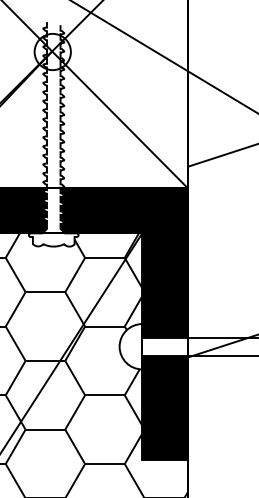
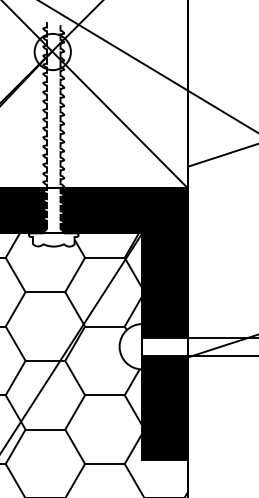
line at (164, 57) position: (164, 57) -> (148, 66)
